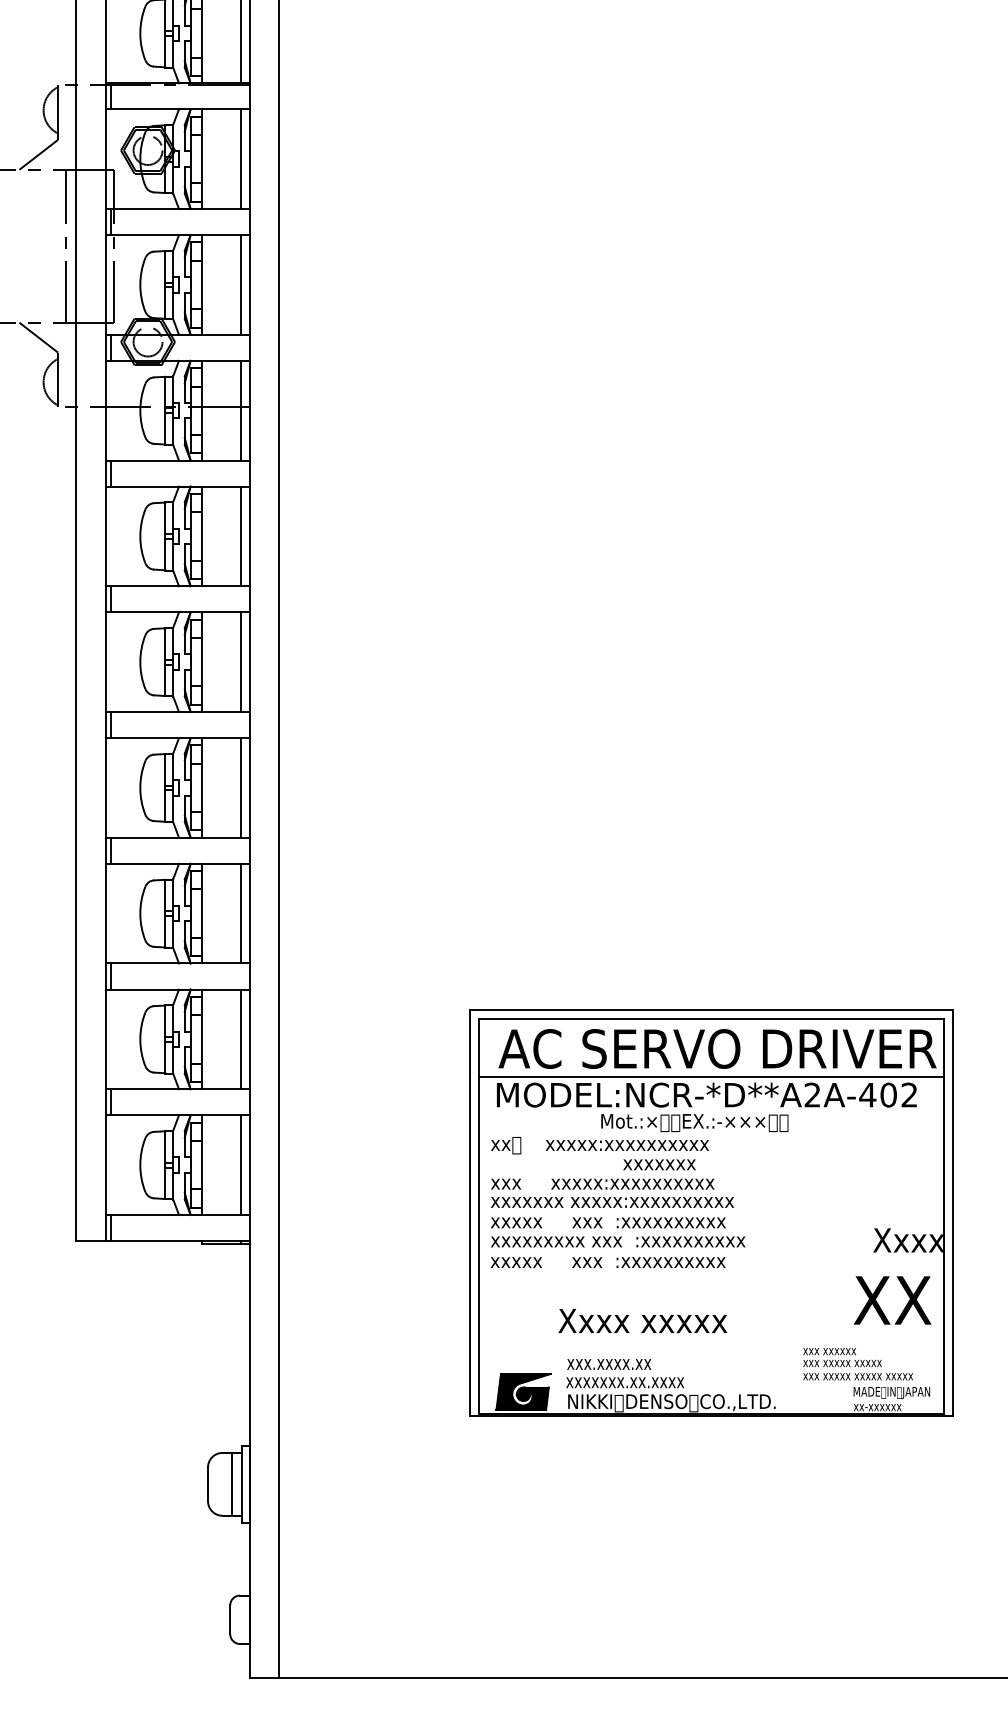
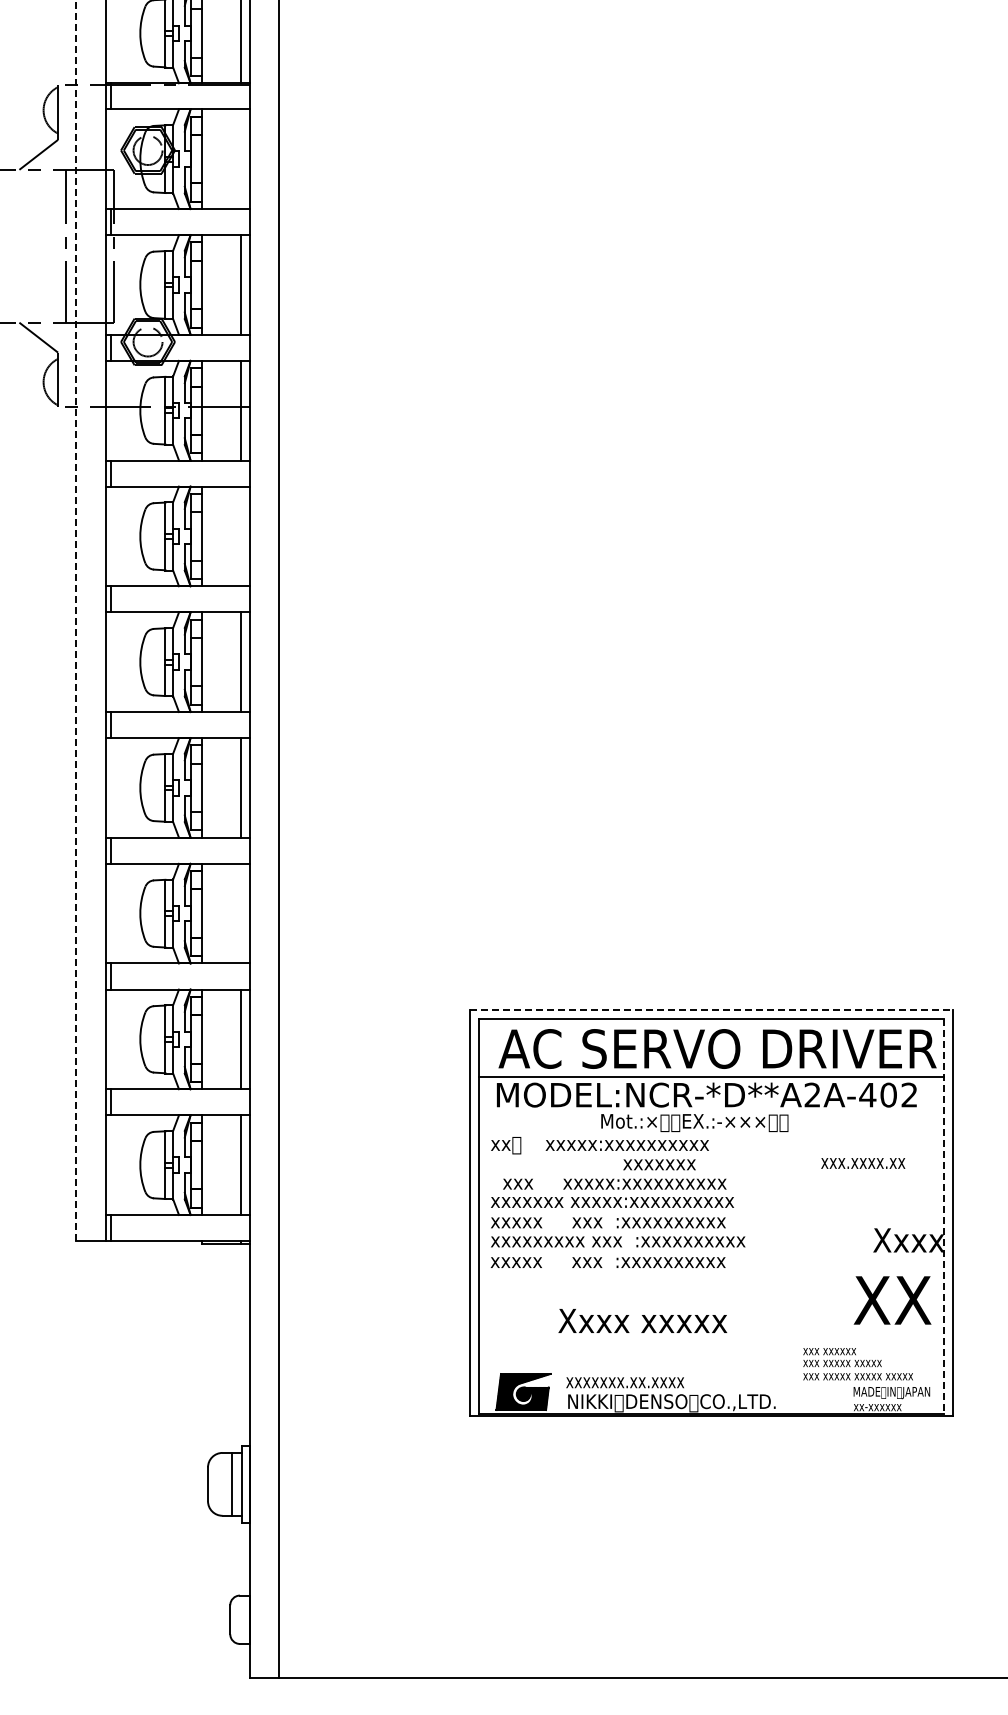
line at (240, 159): present -> none
line at (240, 536): present -> none
line at (76, 621): solid -> dashed
line at (240, 913): present -> none
line at (711, 1009): solid -> dashed
text at (602, 1183) position: (602, 1183) -> (614, 1183)
line at (943, 1216): solid -> dashed
text at (609, 1364) position: (609, 1364) -> (863, 1163)
